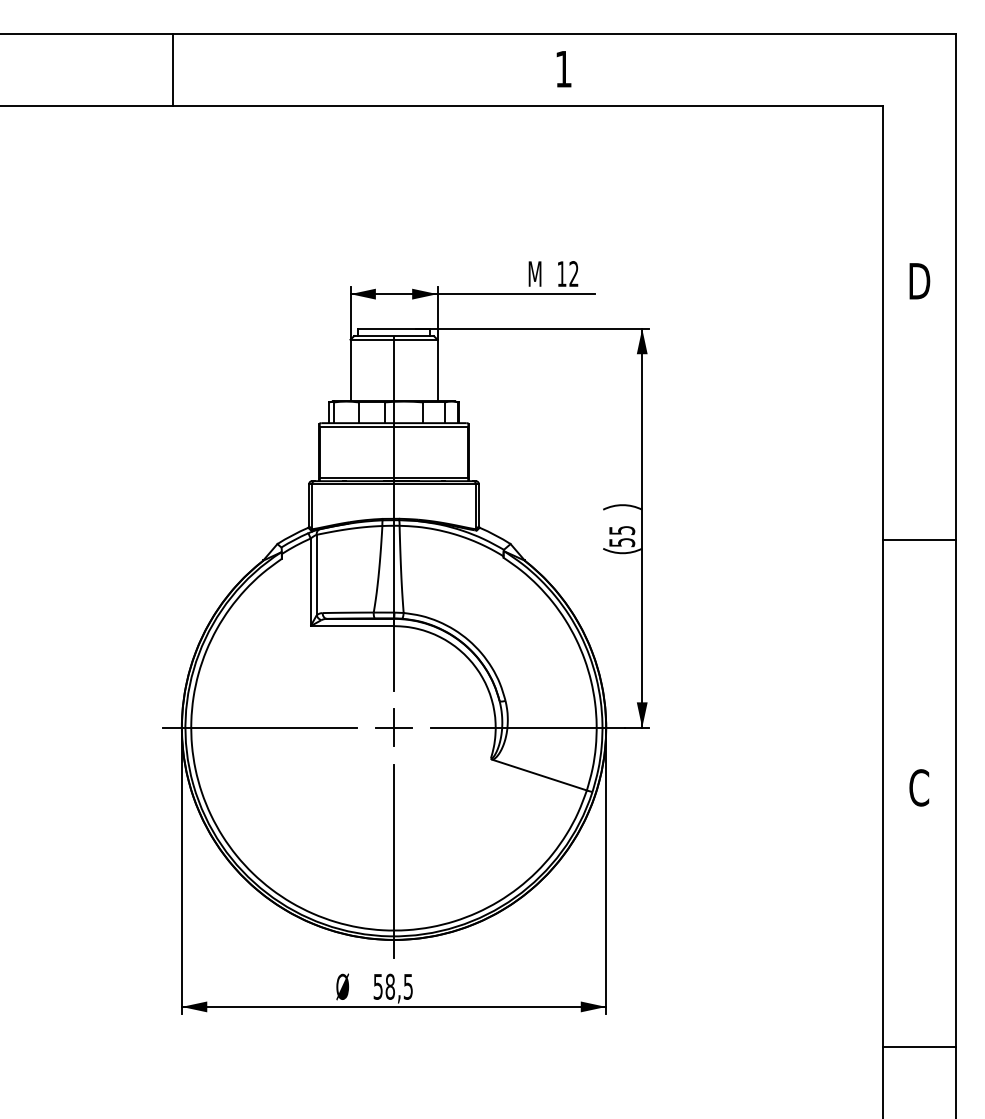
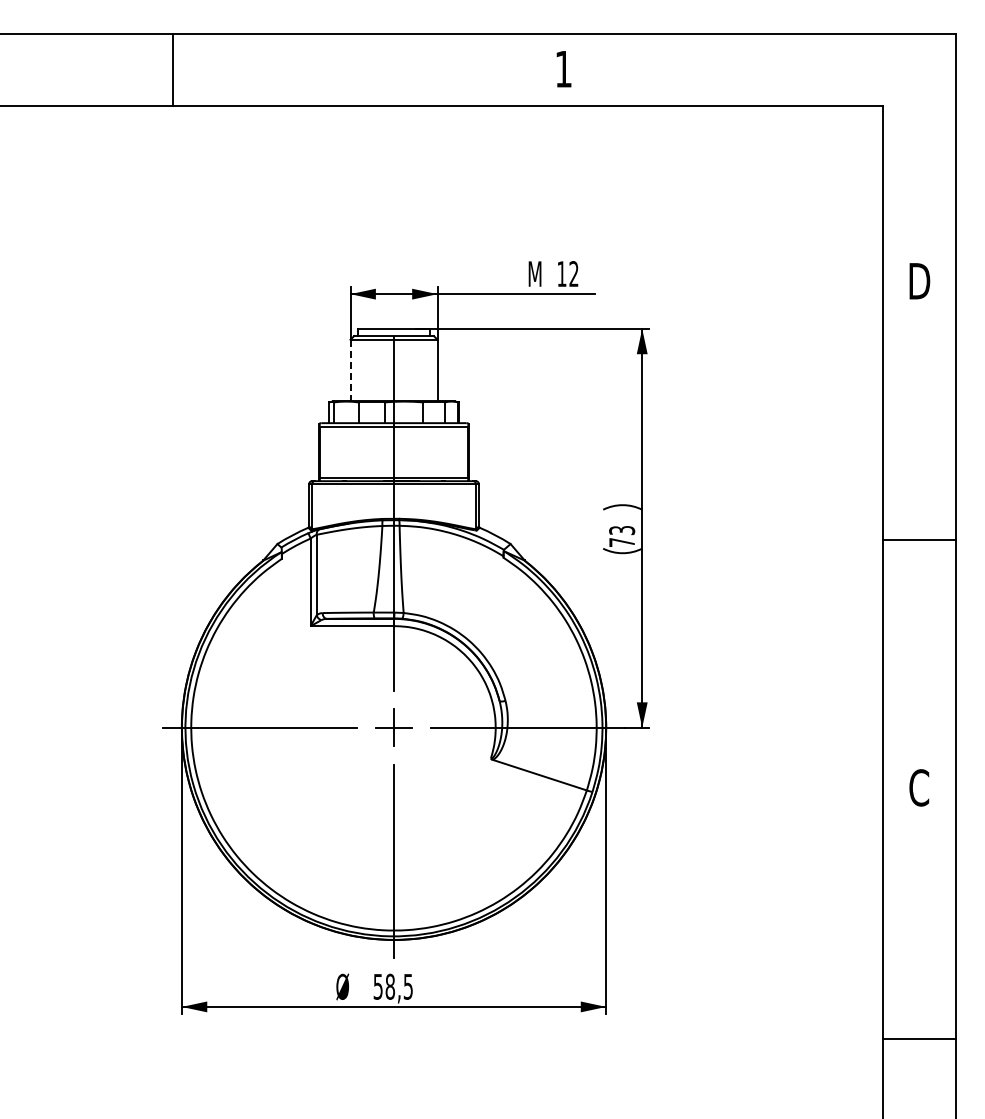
line at (350, 370): solid -> dashed
text at (622, 536): 55 -> 73
line at (919, 1046) position: (919, 1046) -> (919, 1038)
